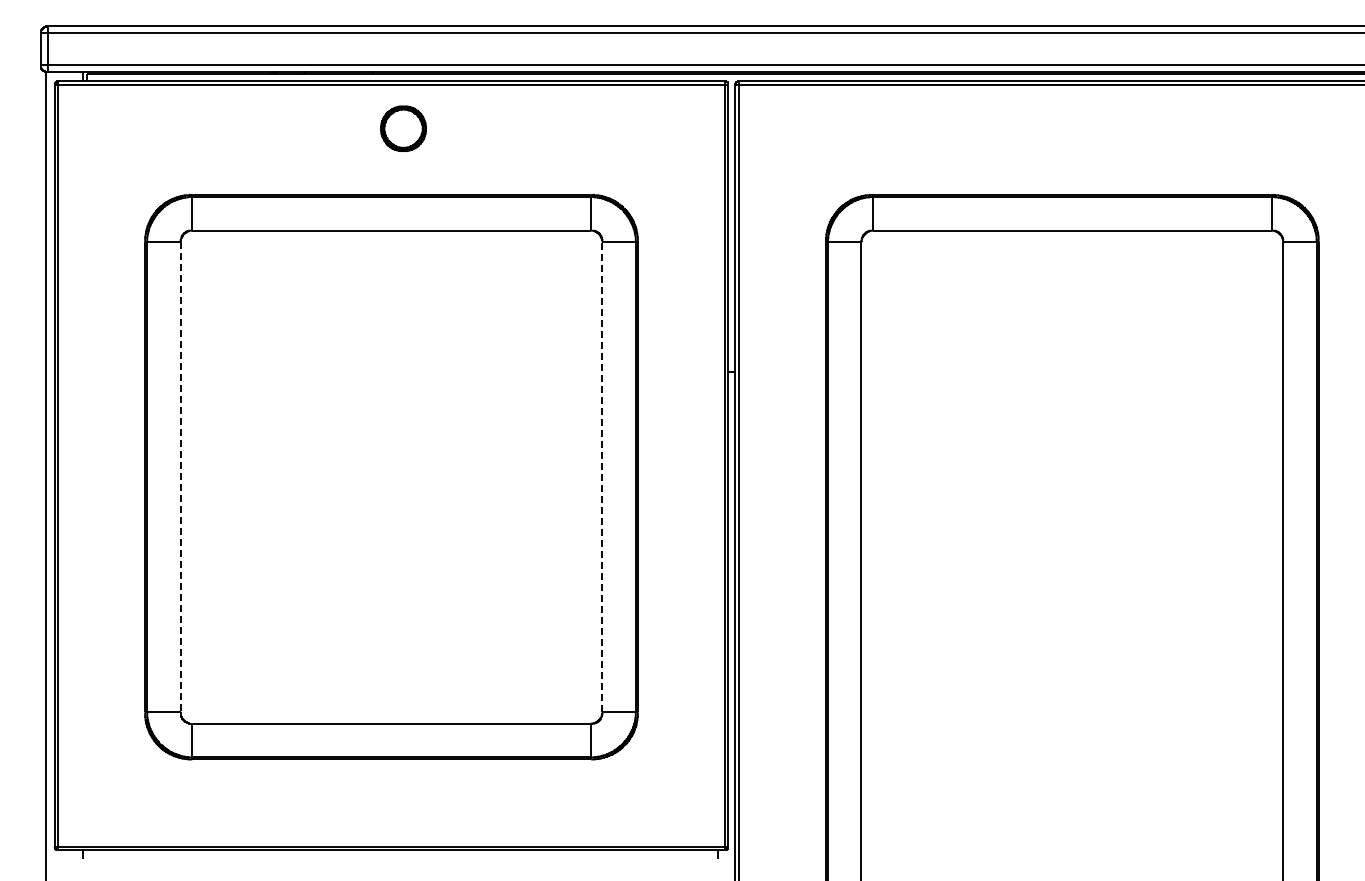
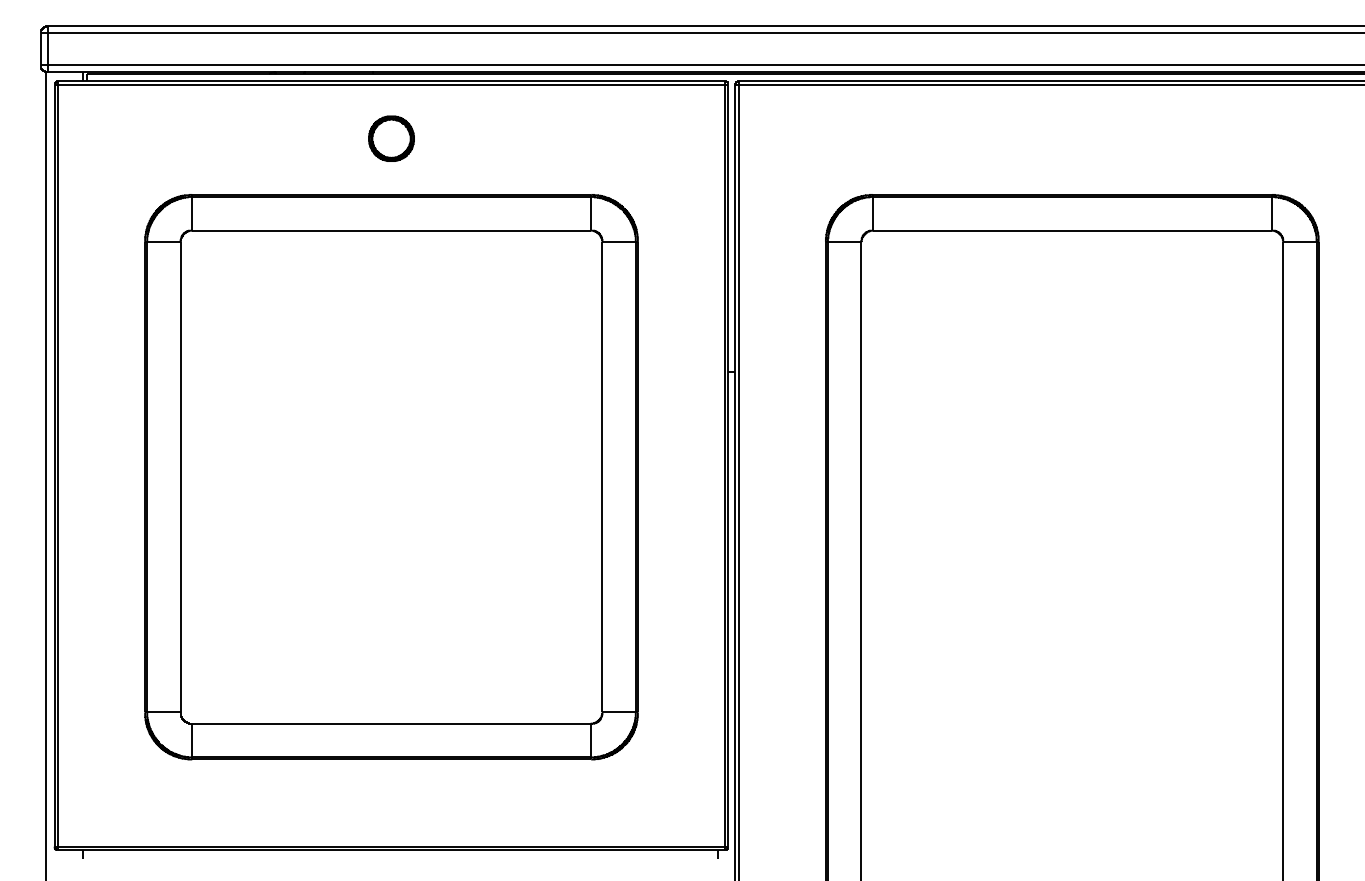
part at (403, 128) position: (403, 128) -> (391, 138)
line at (602, 476): dashed -> solid
line at (180, 477): dashed -> solid
